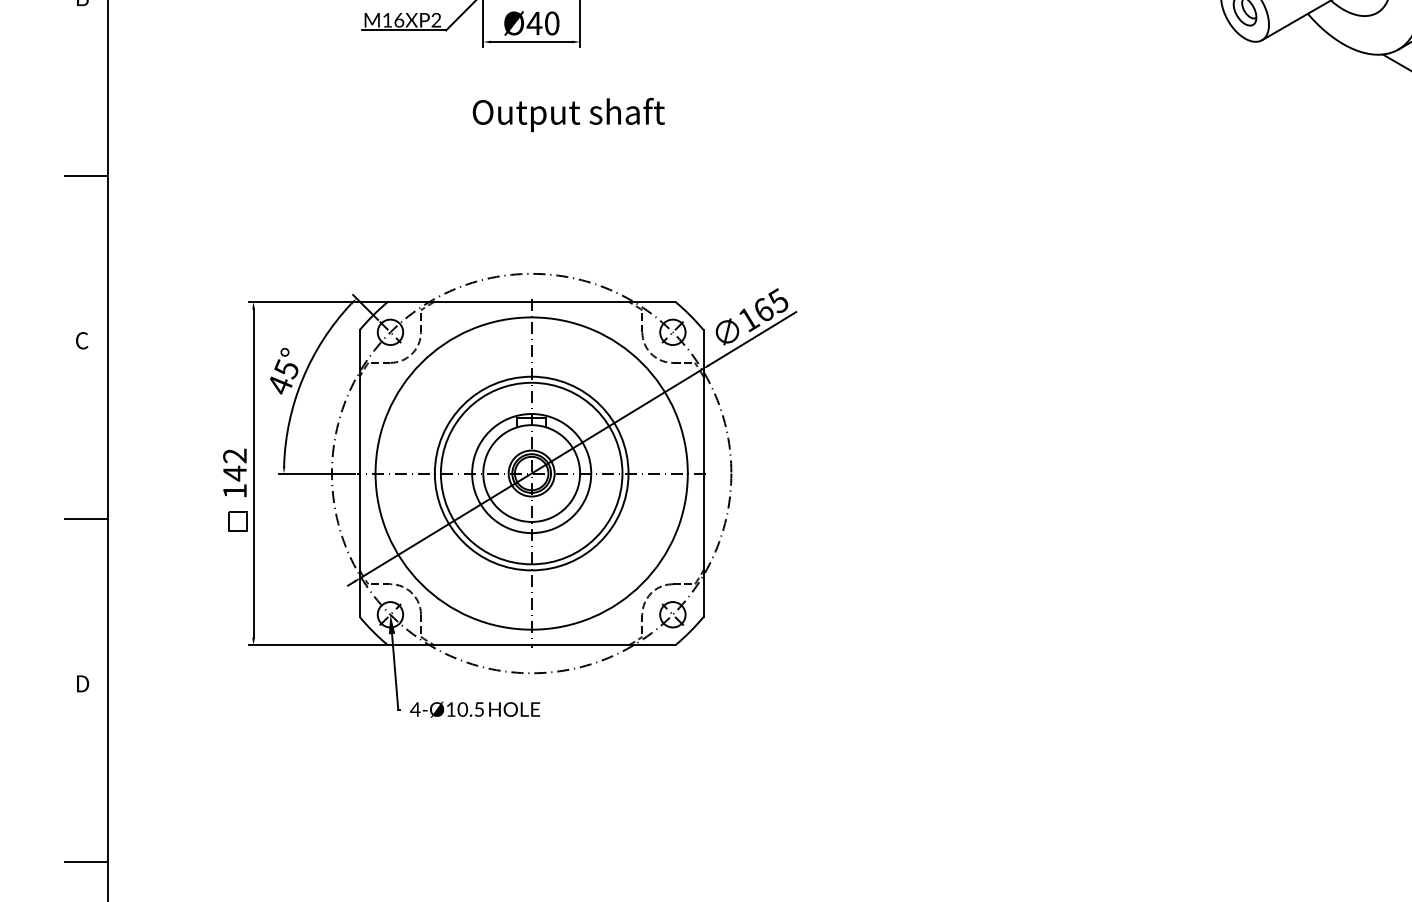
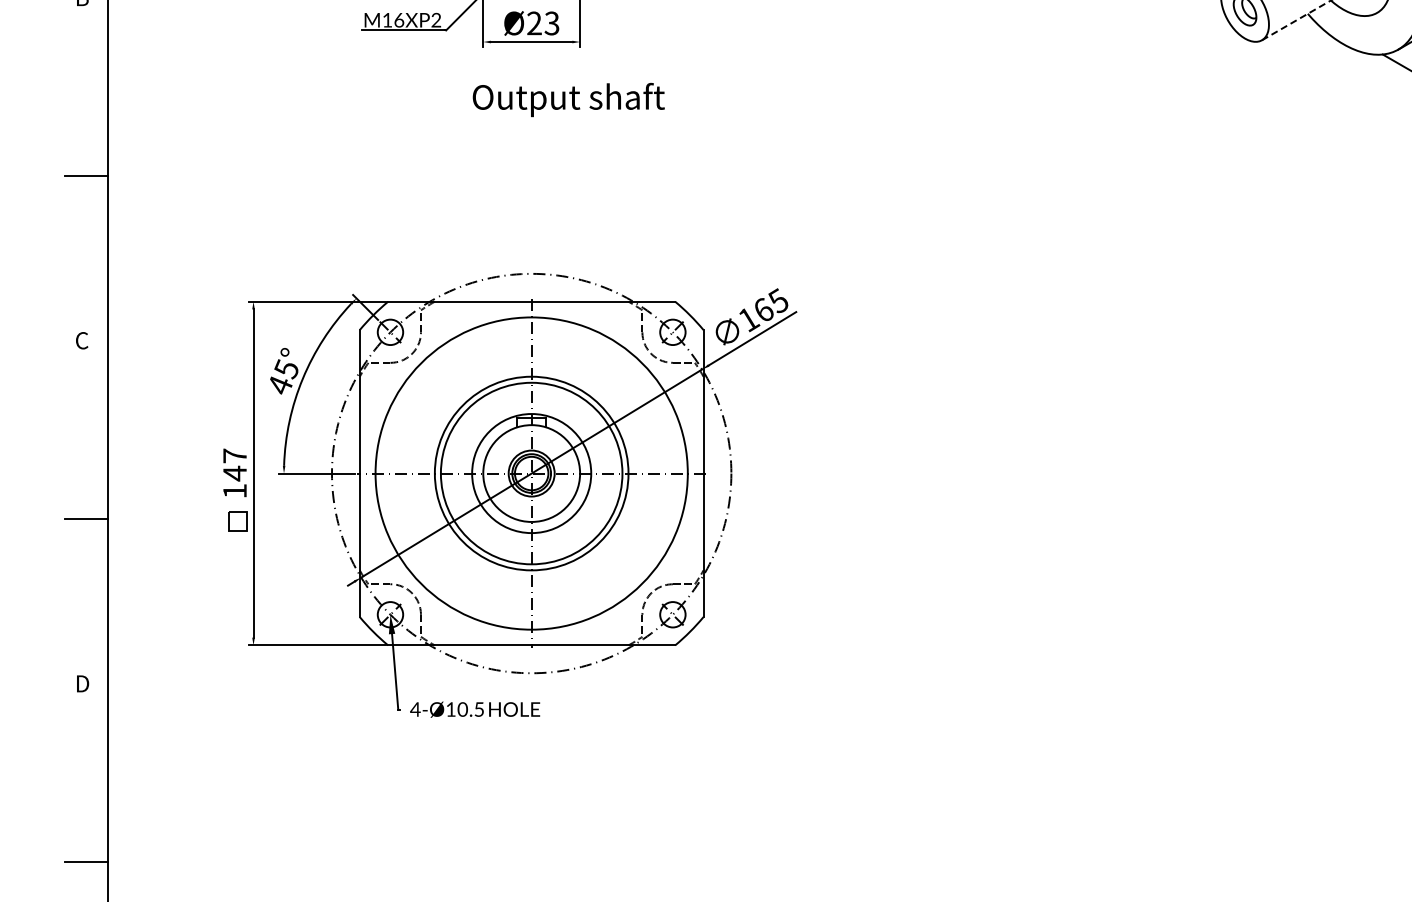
line at (1297, 19): solid -> dashed
text at (542, 23): Ø40 -> Ø23
text at (568, 115) position: (568, 115) -> (568, 100)
text at (234, 455): 142 -> 147
